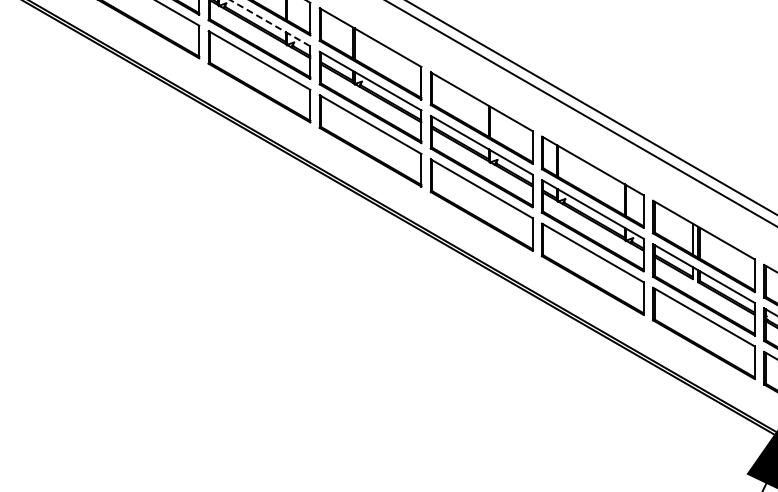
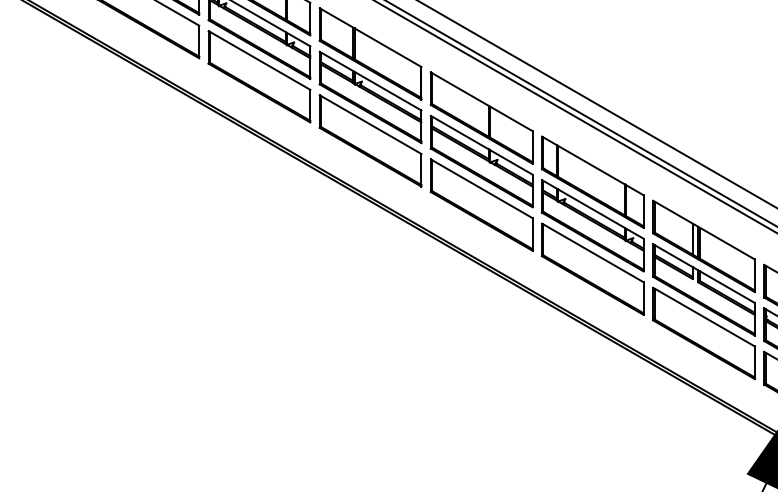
line at (270, 23): dashed -> solid
line at (591, 107) position: (591, 107) -> (597, 104)
line at (575, 116): none -> present
